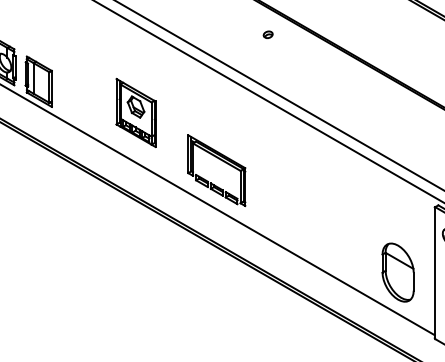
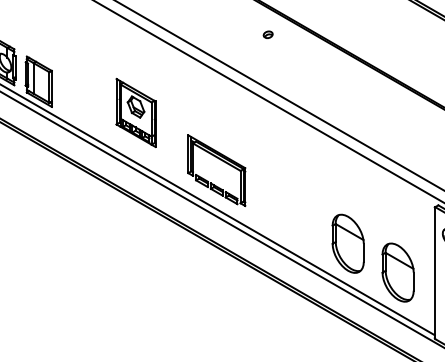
line at (221, 219): none -> present
part at (347, 243): none -> present
